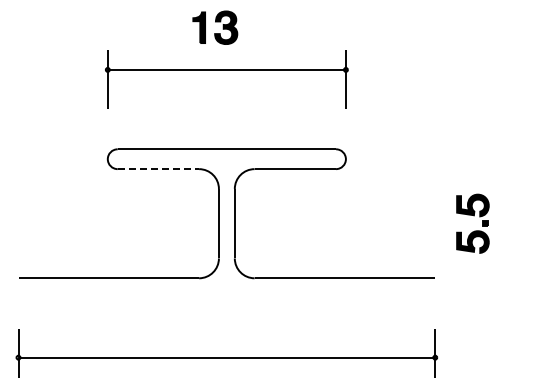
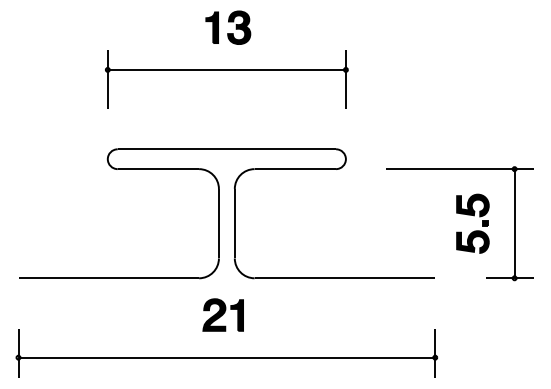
part at (215, 27) position: (215, 27) -> (228, 27)
line at (158, 169): dashed -> solid
part at (459, 169): none -> present
part at (222, 314): none -> present
